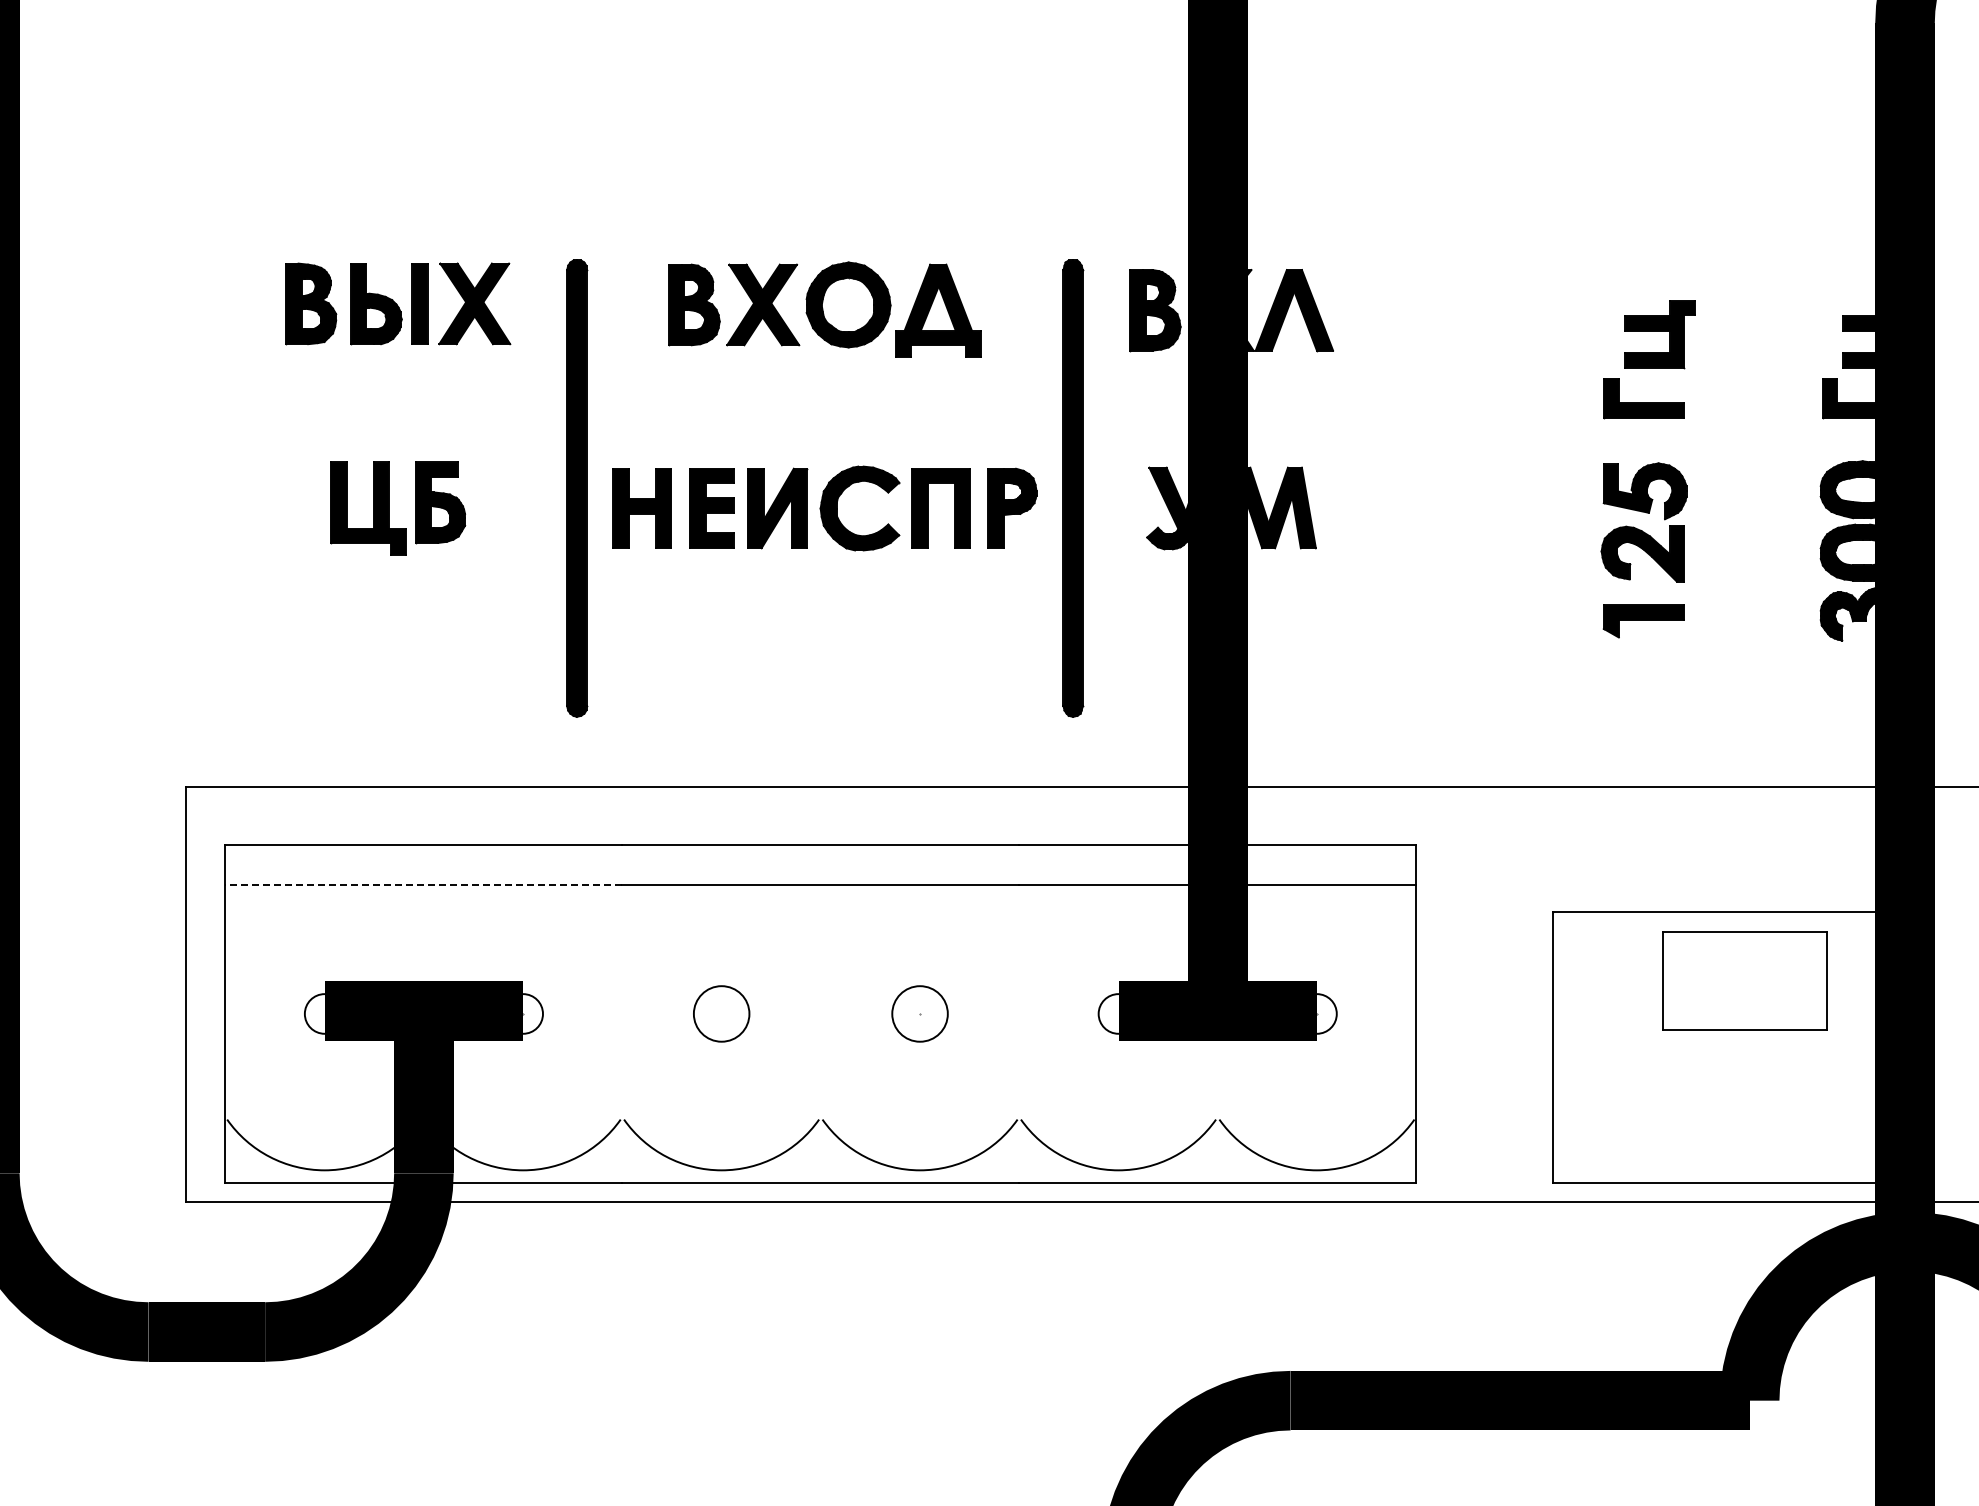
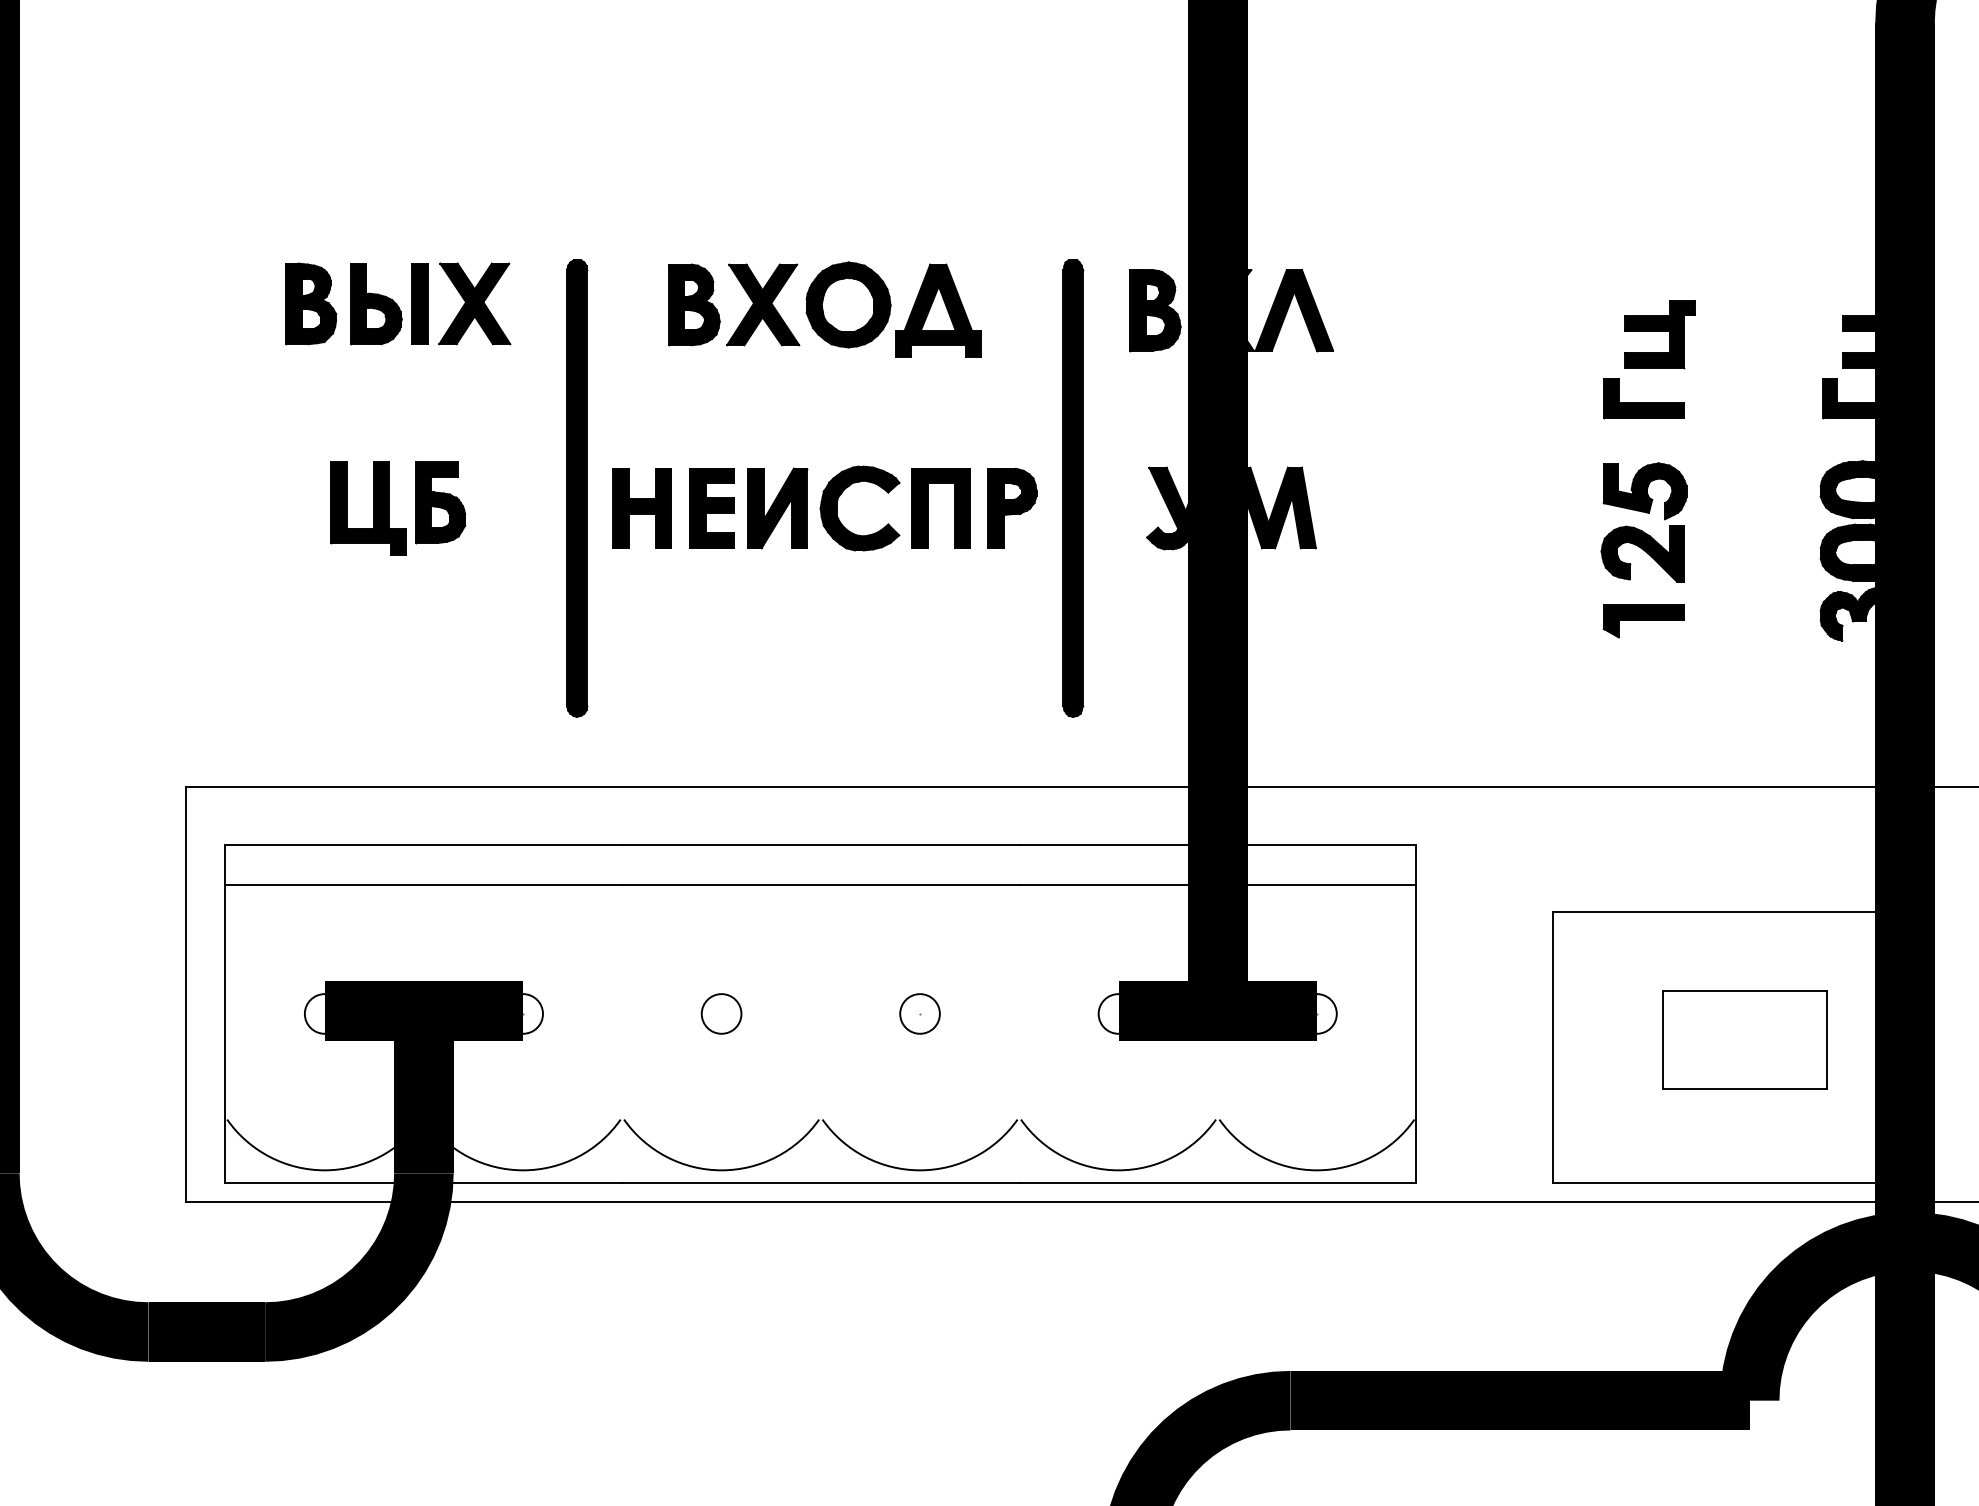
line at (423, 884): dashed -> solid
part at (1744, 980) position: (1744, 980) -> (1744, 1039)
circle at (721, 1013) size: 58x58 px -> 43x42 px
circle at (919, 1013) diameter: 56 px -> 40 px
